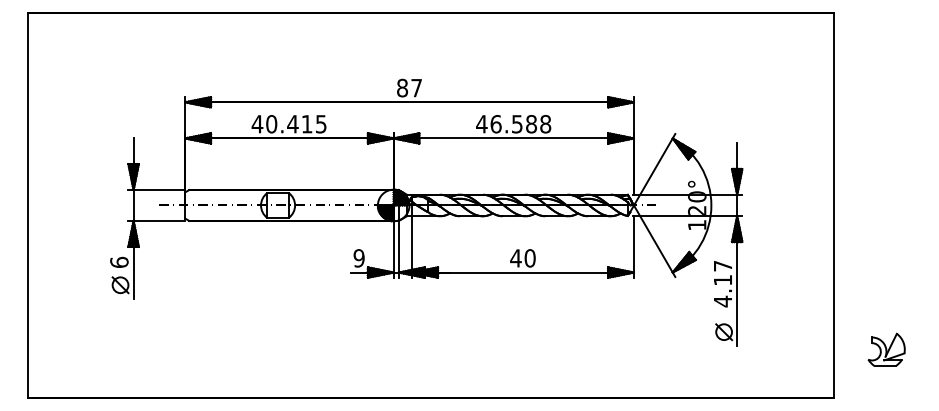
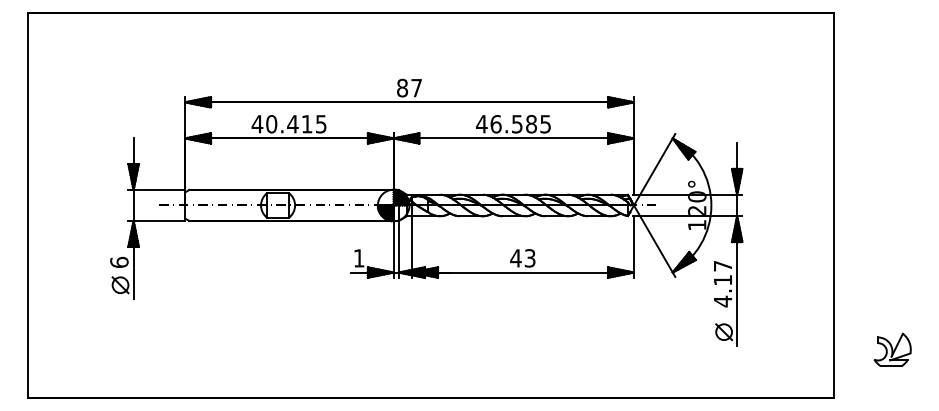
text at (545, 124): 46.588 -> 46.585
text at (358, 258): 9 -> 1
text at (529, 258): 40 -> 43
part at (886, 349) position: (886, 349) -> (892, 349)
